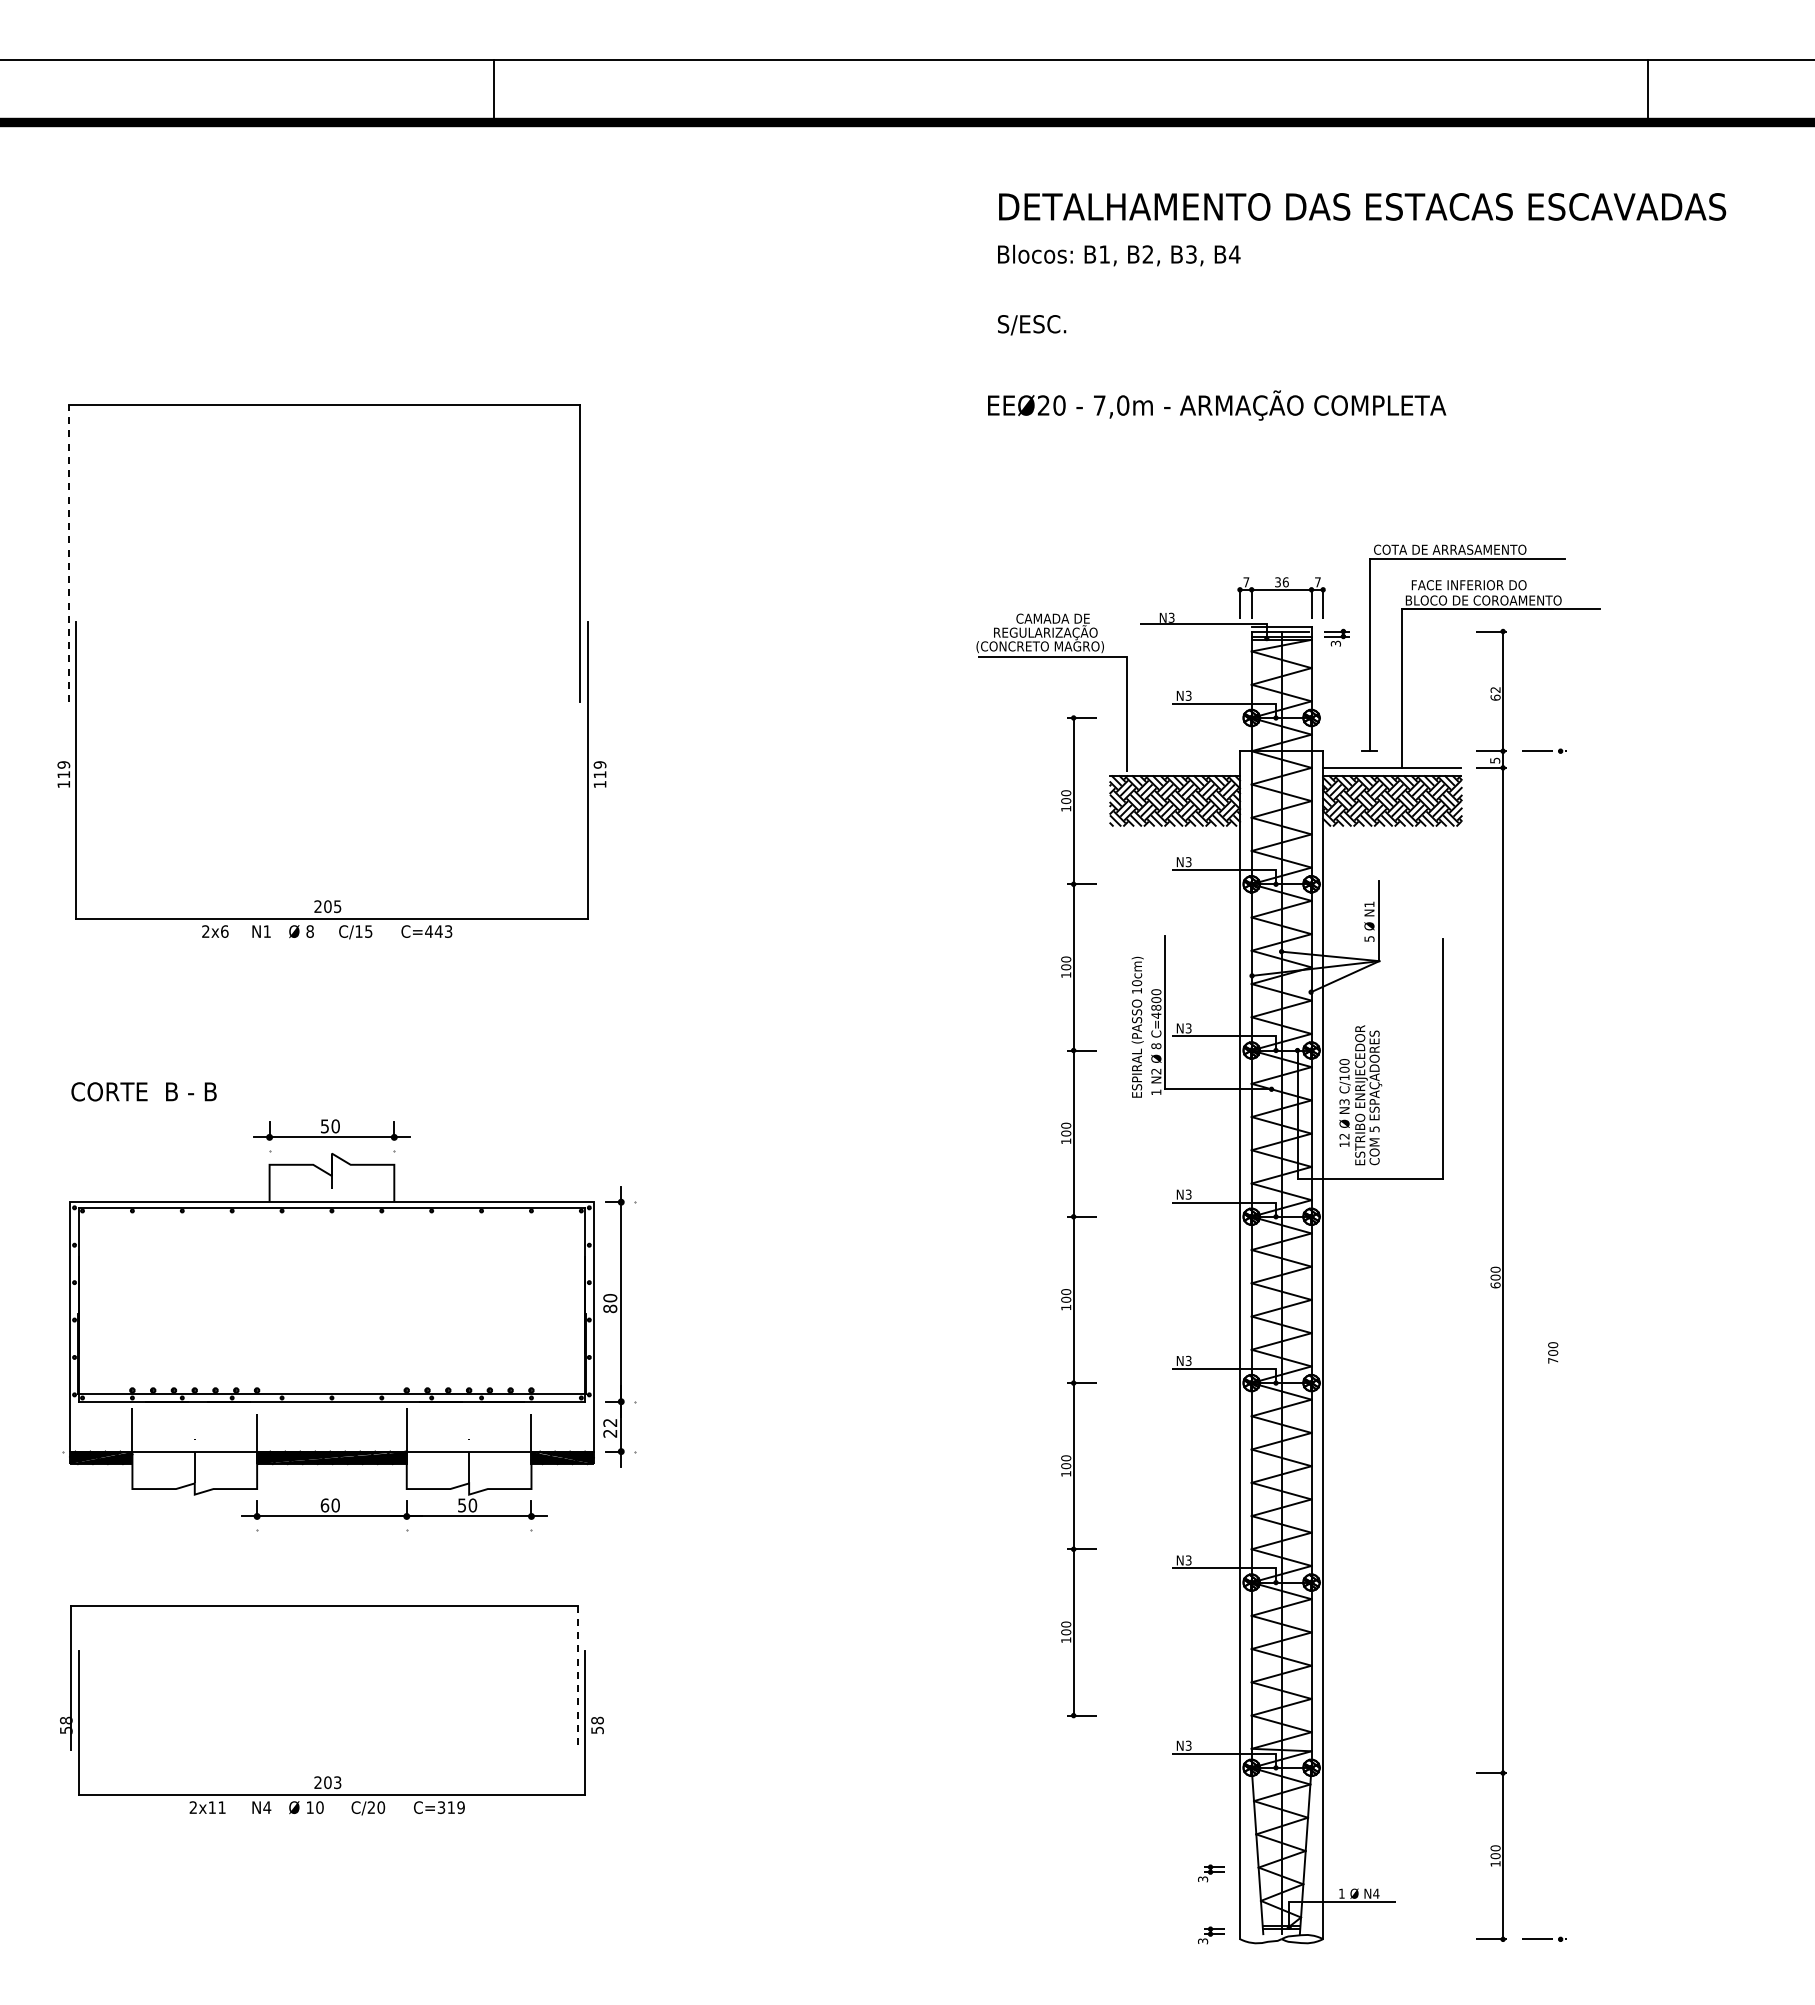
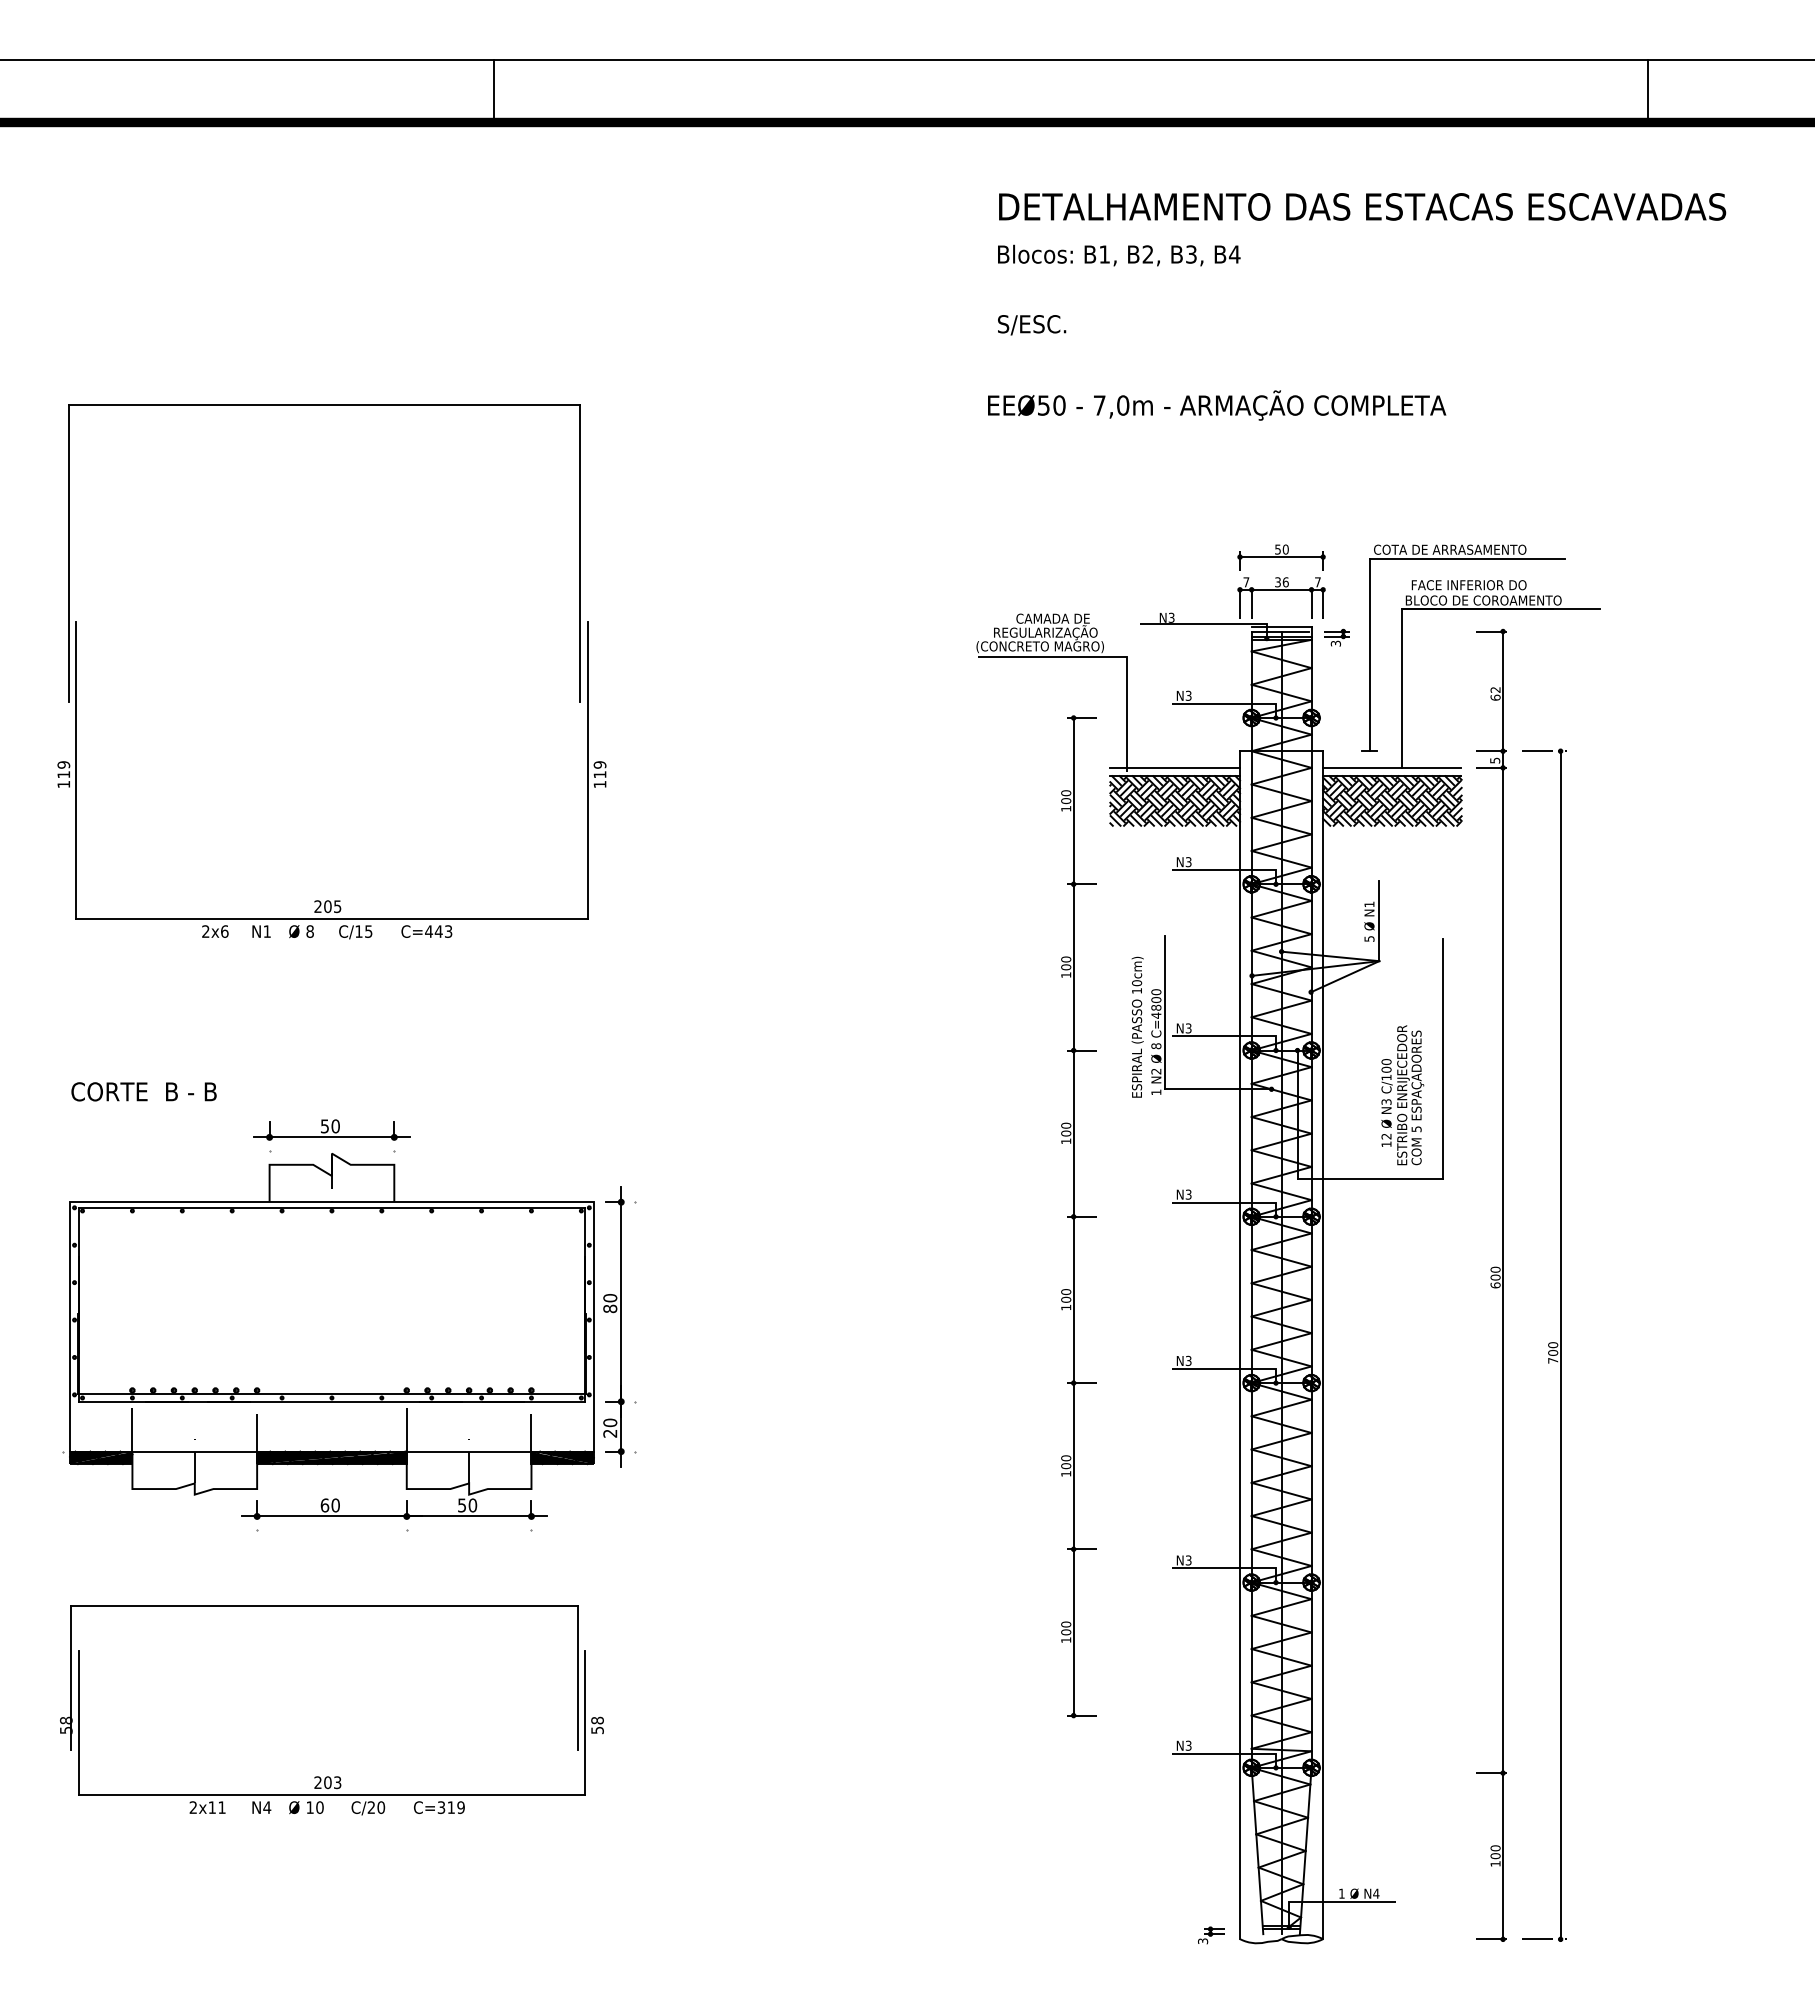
text at (1043, 405): EEØ20 -> EEØ50
line at (68, 553): dashed -> solid
part at (1281, 557): none -> present
line at (1175, 767): none -> present
text at (1360, 1095) position: (1360, 1095) -> (1402, 1095)
line at (1560, 1345): none -> present
text at (610, 1422): 22 -> 20
line at (577, 1678): dashed -> solid
part at (1211, 1873): present -> none
